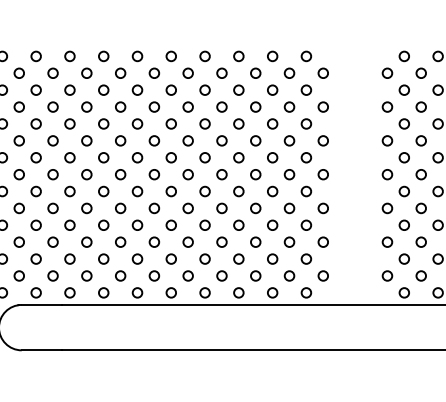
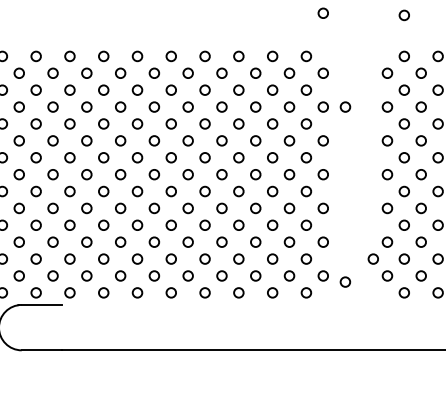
circle at (322, 12): none -> present
circle at (403, 15): none -> present
circle at (345, 106): none -> present
circle at (372, 258): none -> present
circle at (345, 281): none -> present
line at (251, 304): present -> none
